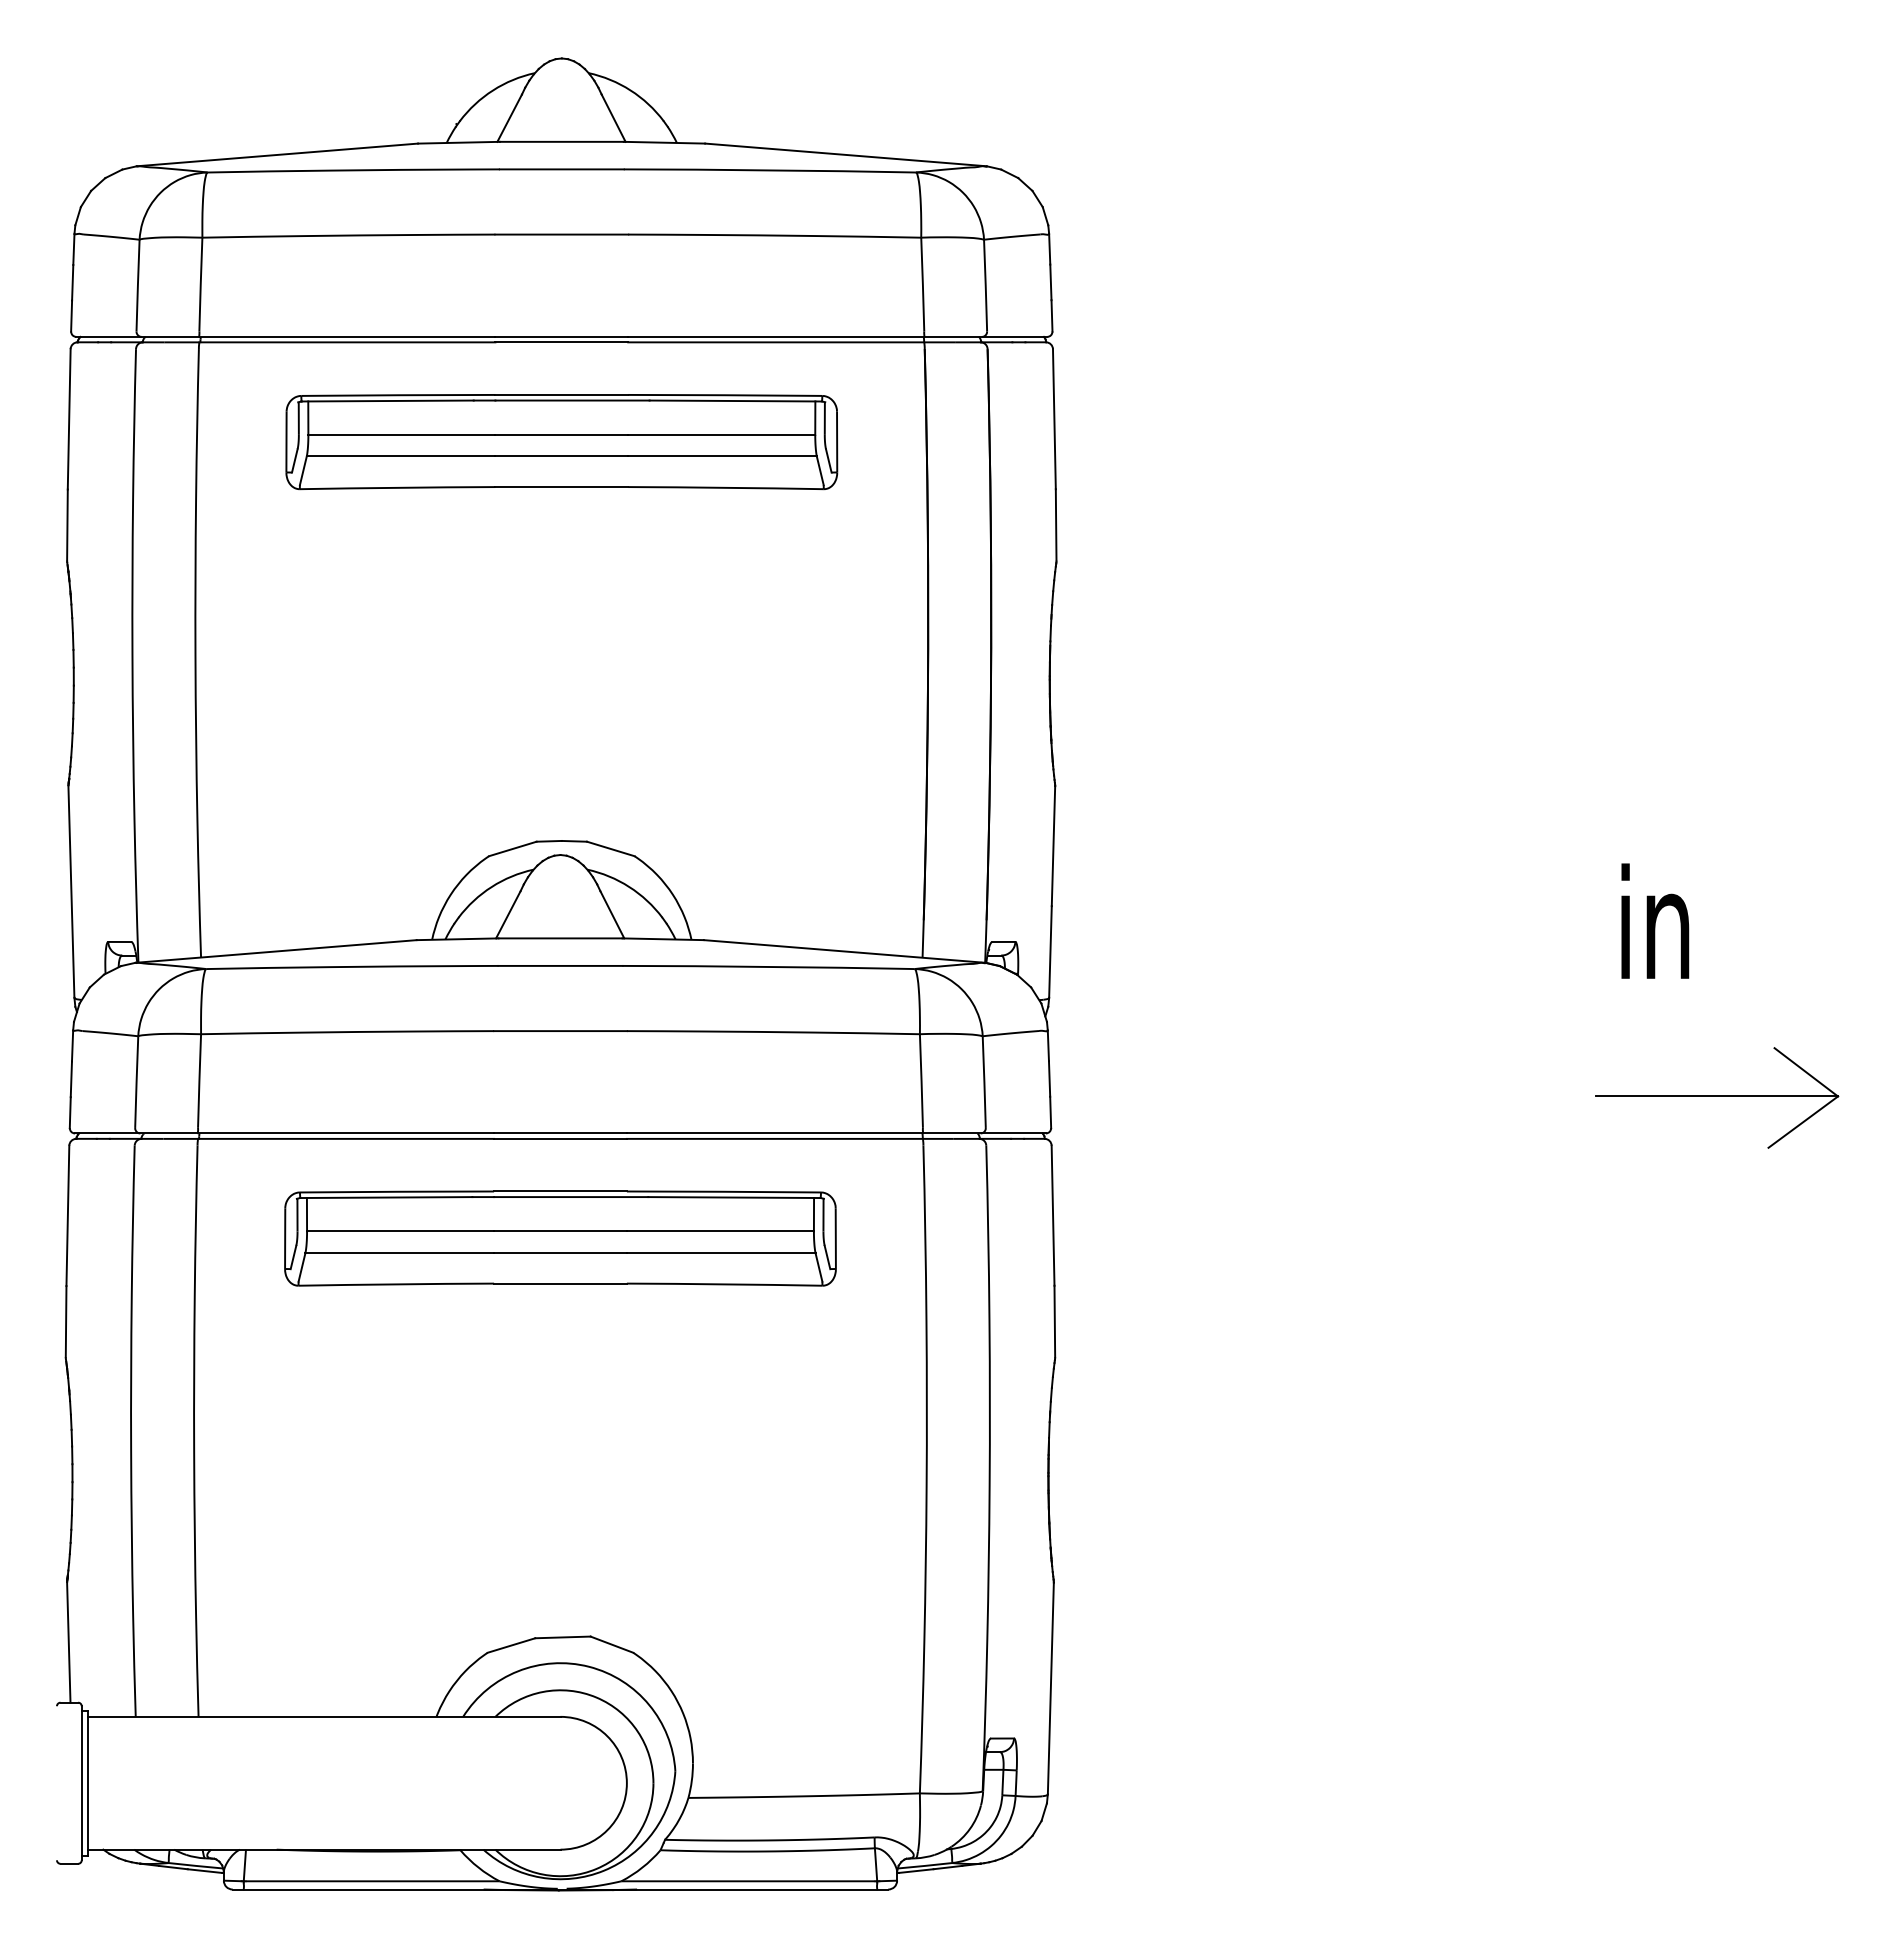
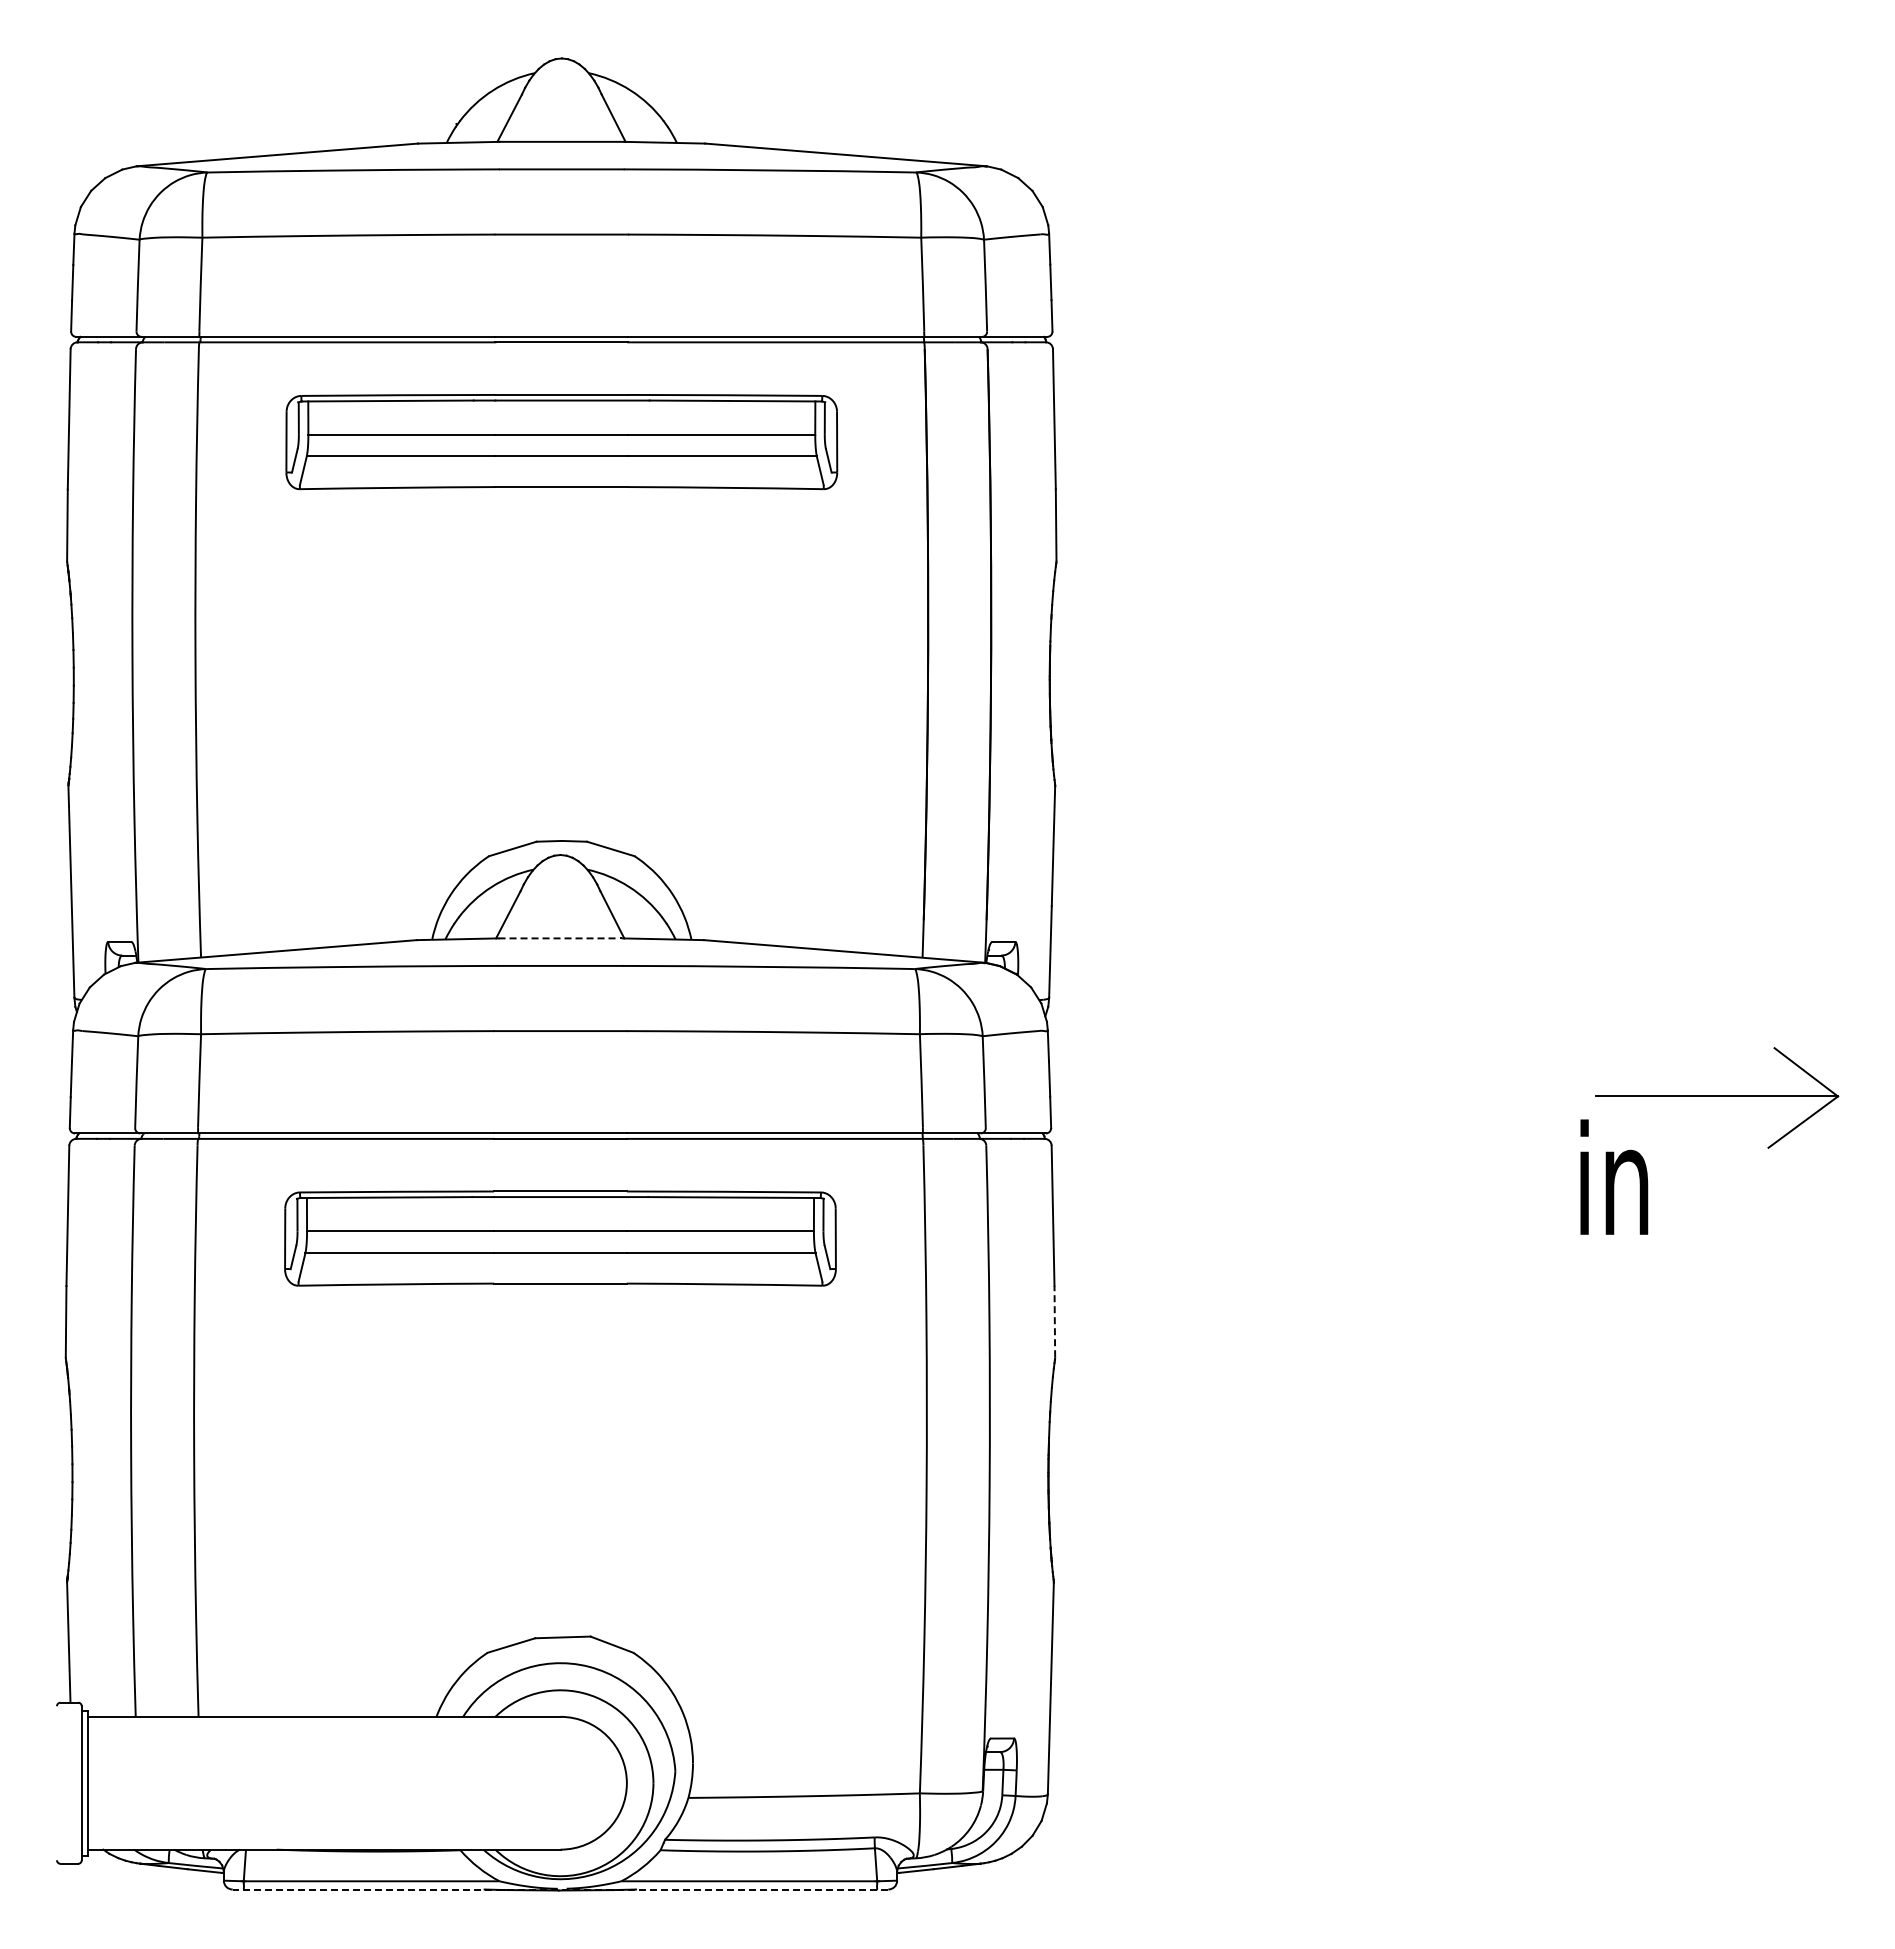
text at (1655, 920) position: (1655, 920) -> (1614, 1176)
line at (560, 938): solid -> dashed
line at (1054, 1321): solid -> dashed
line at (560, 1889): solid -> dashed
